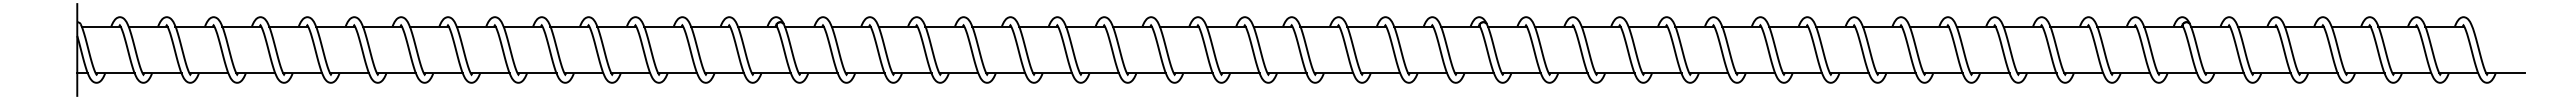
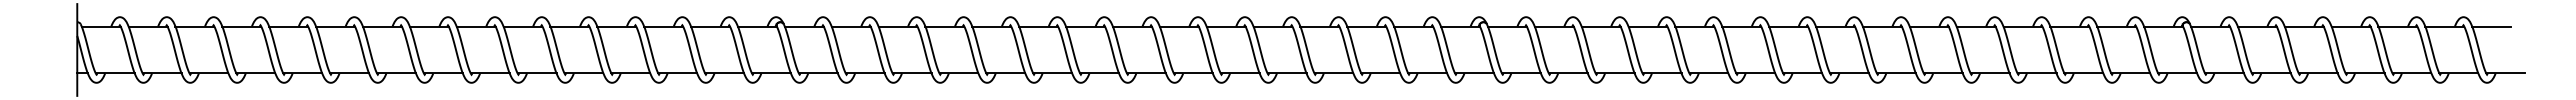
line at (2491, 26): none -> present
